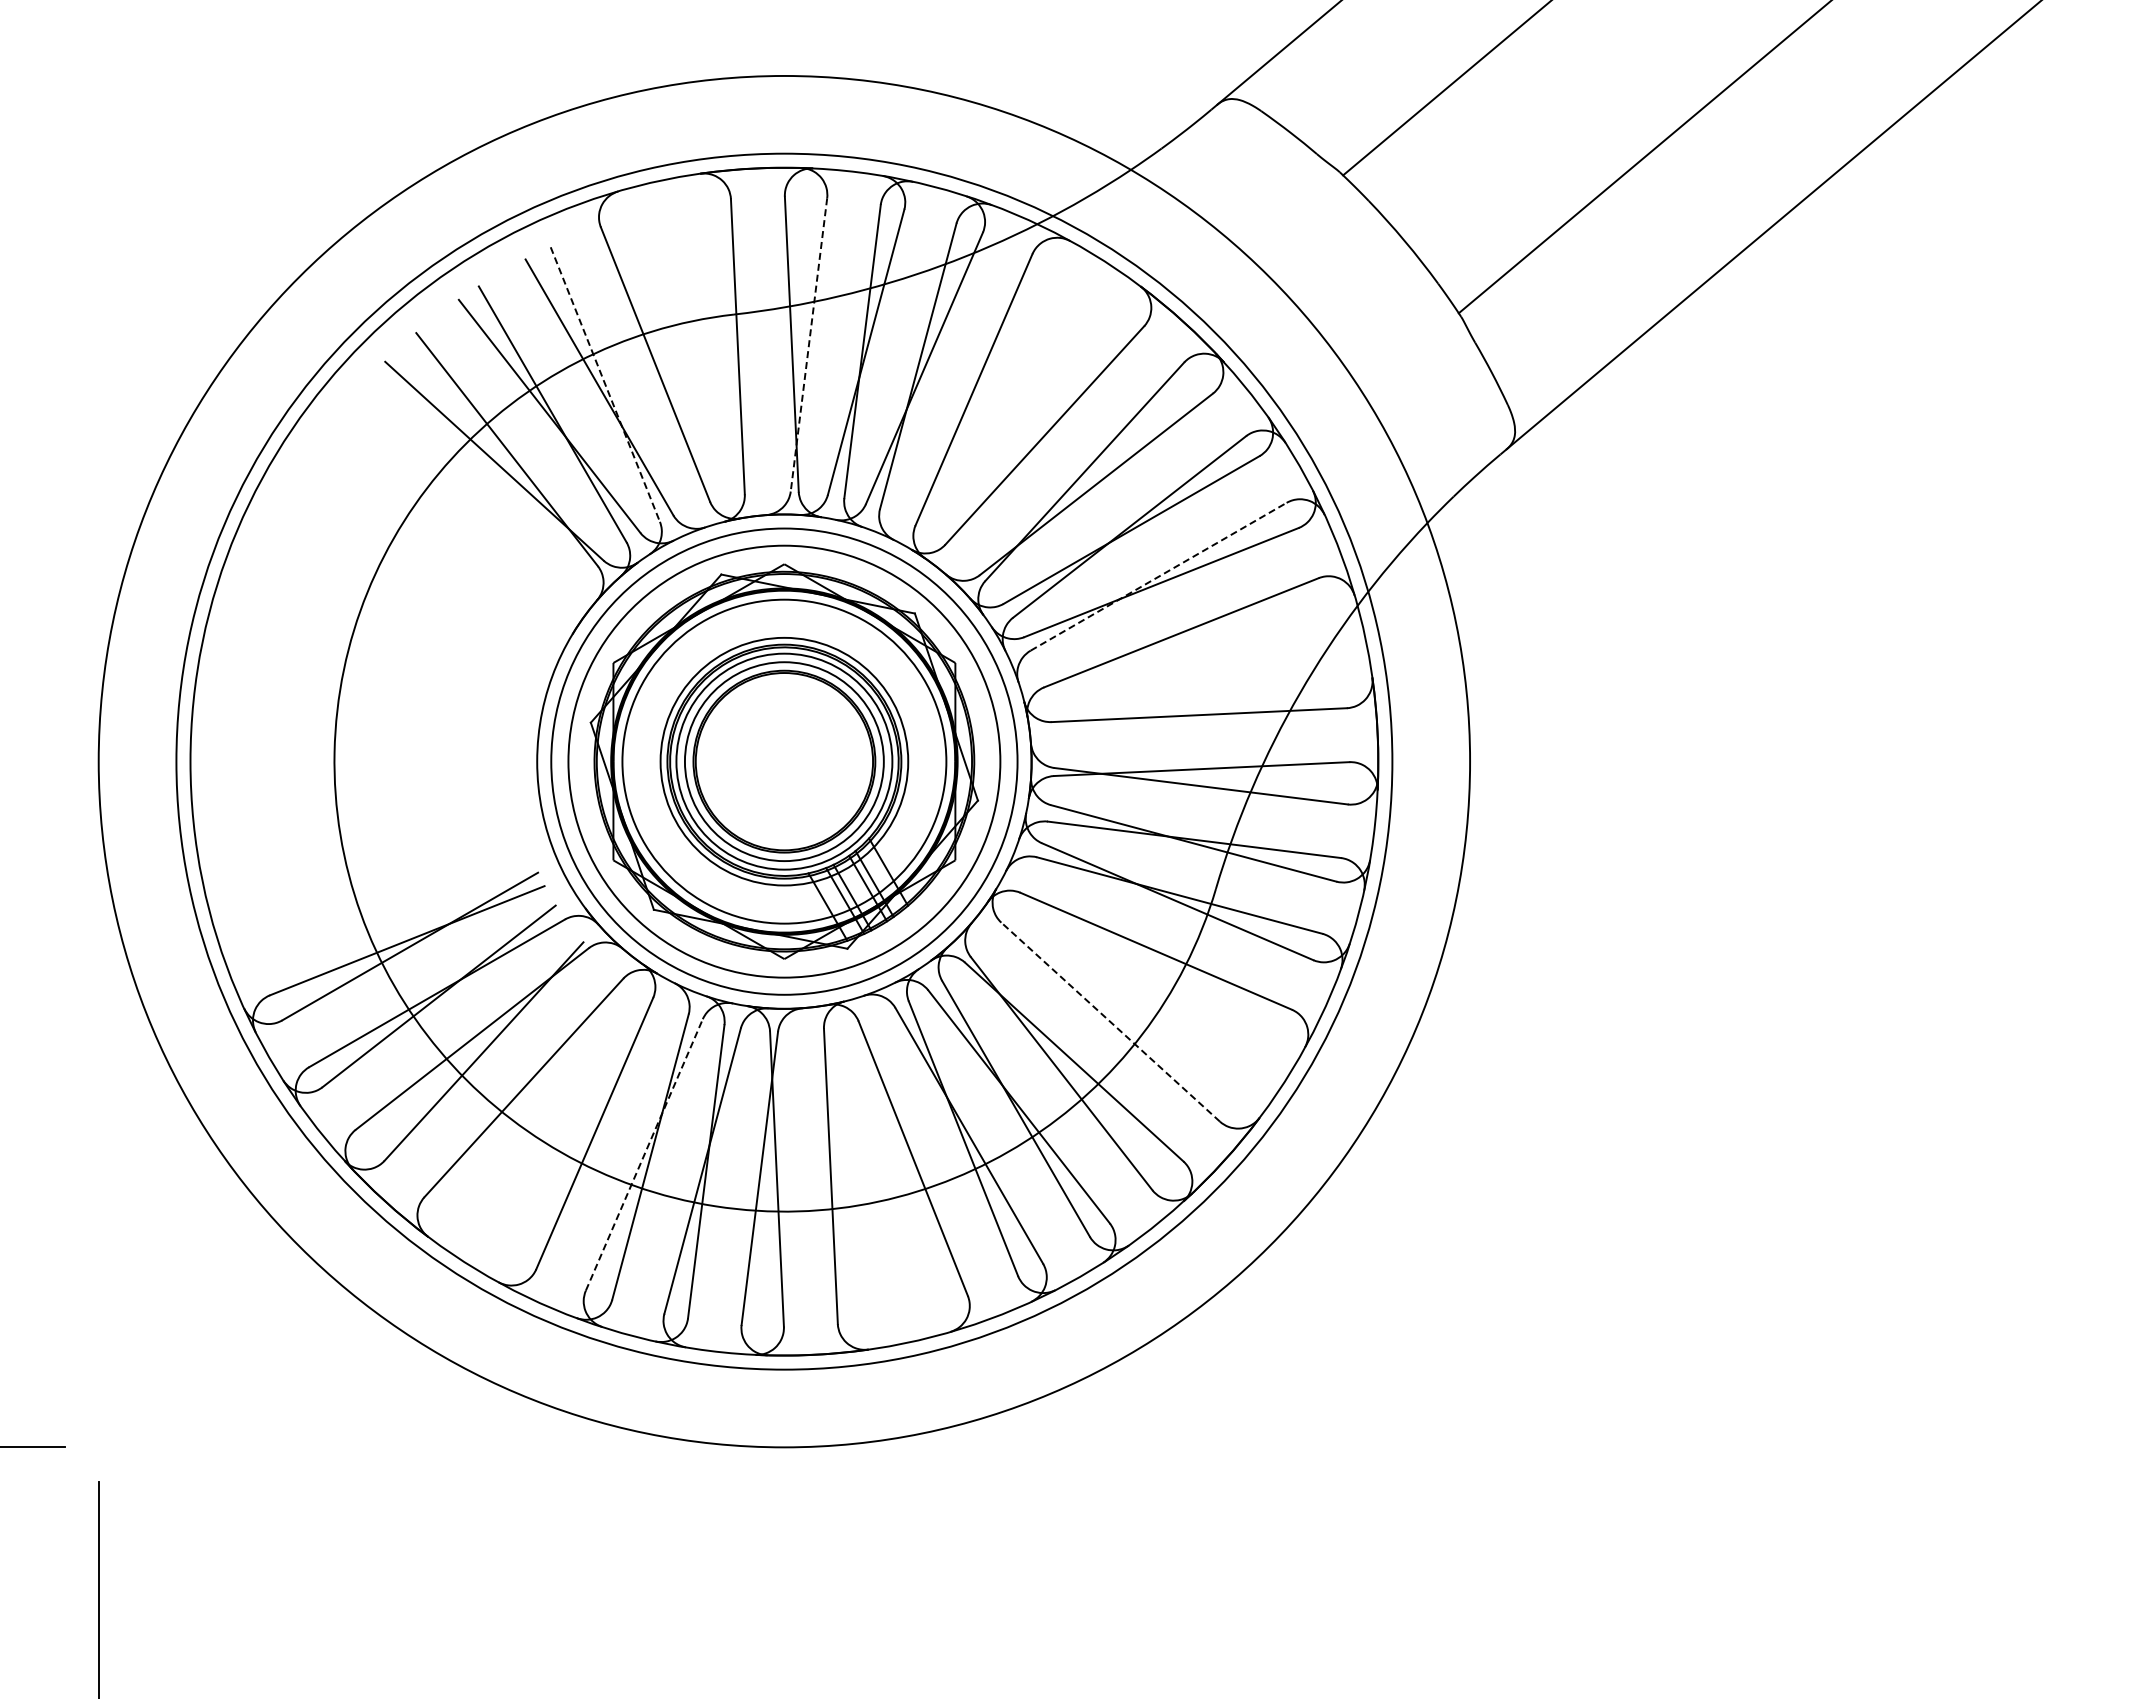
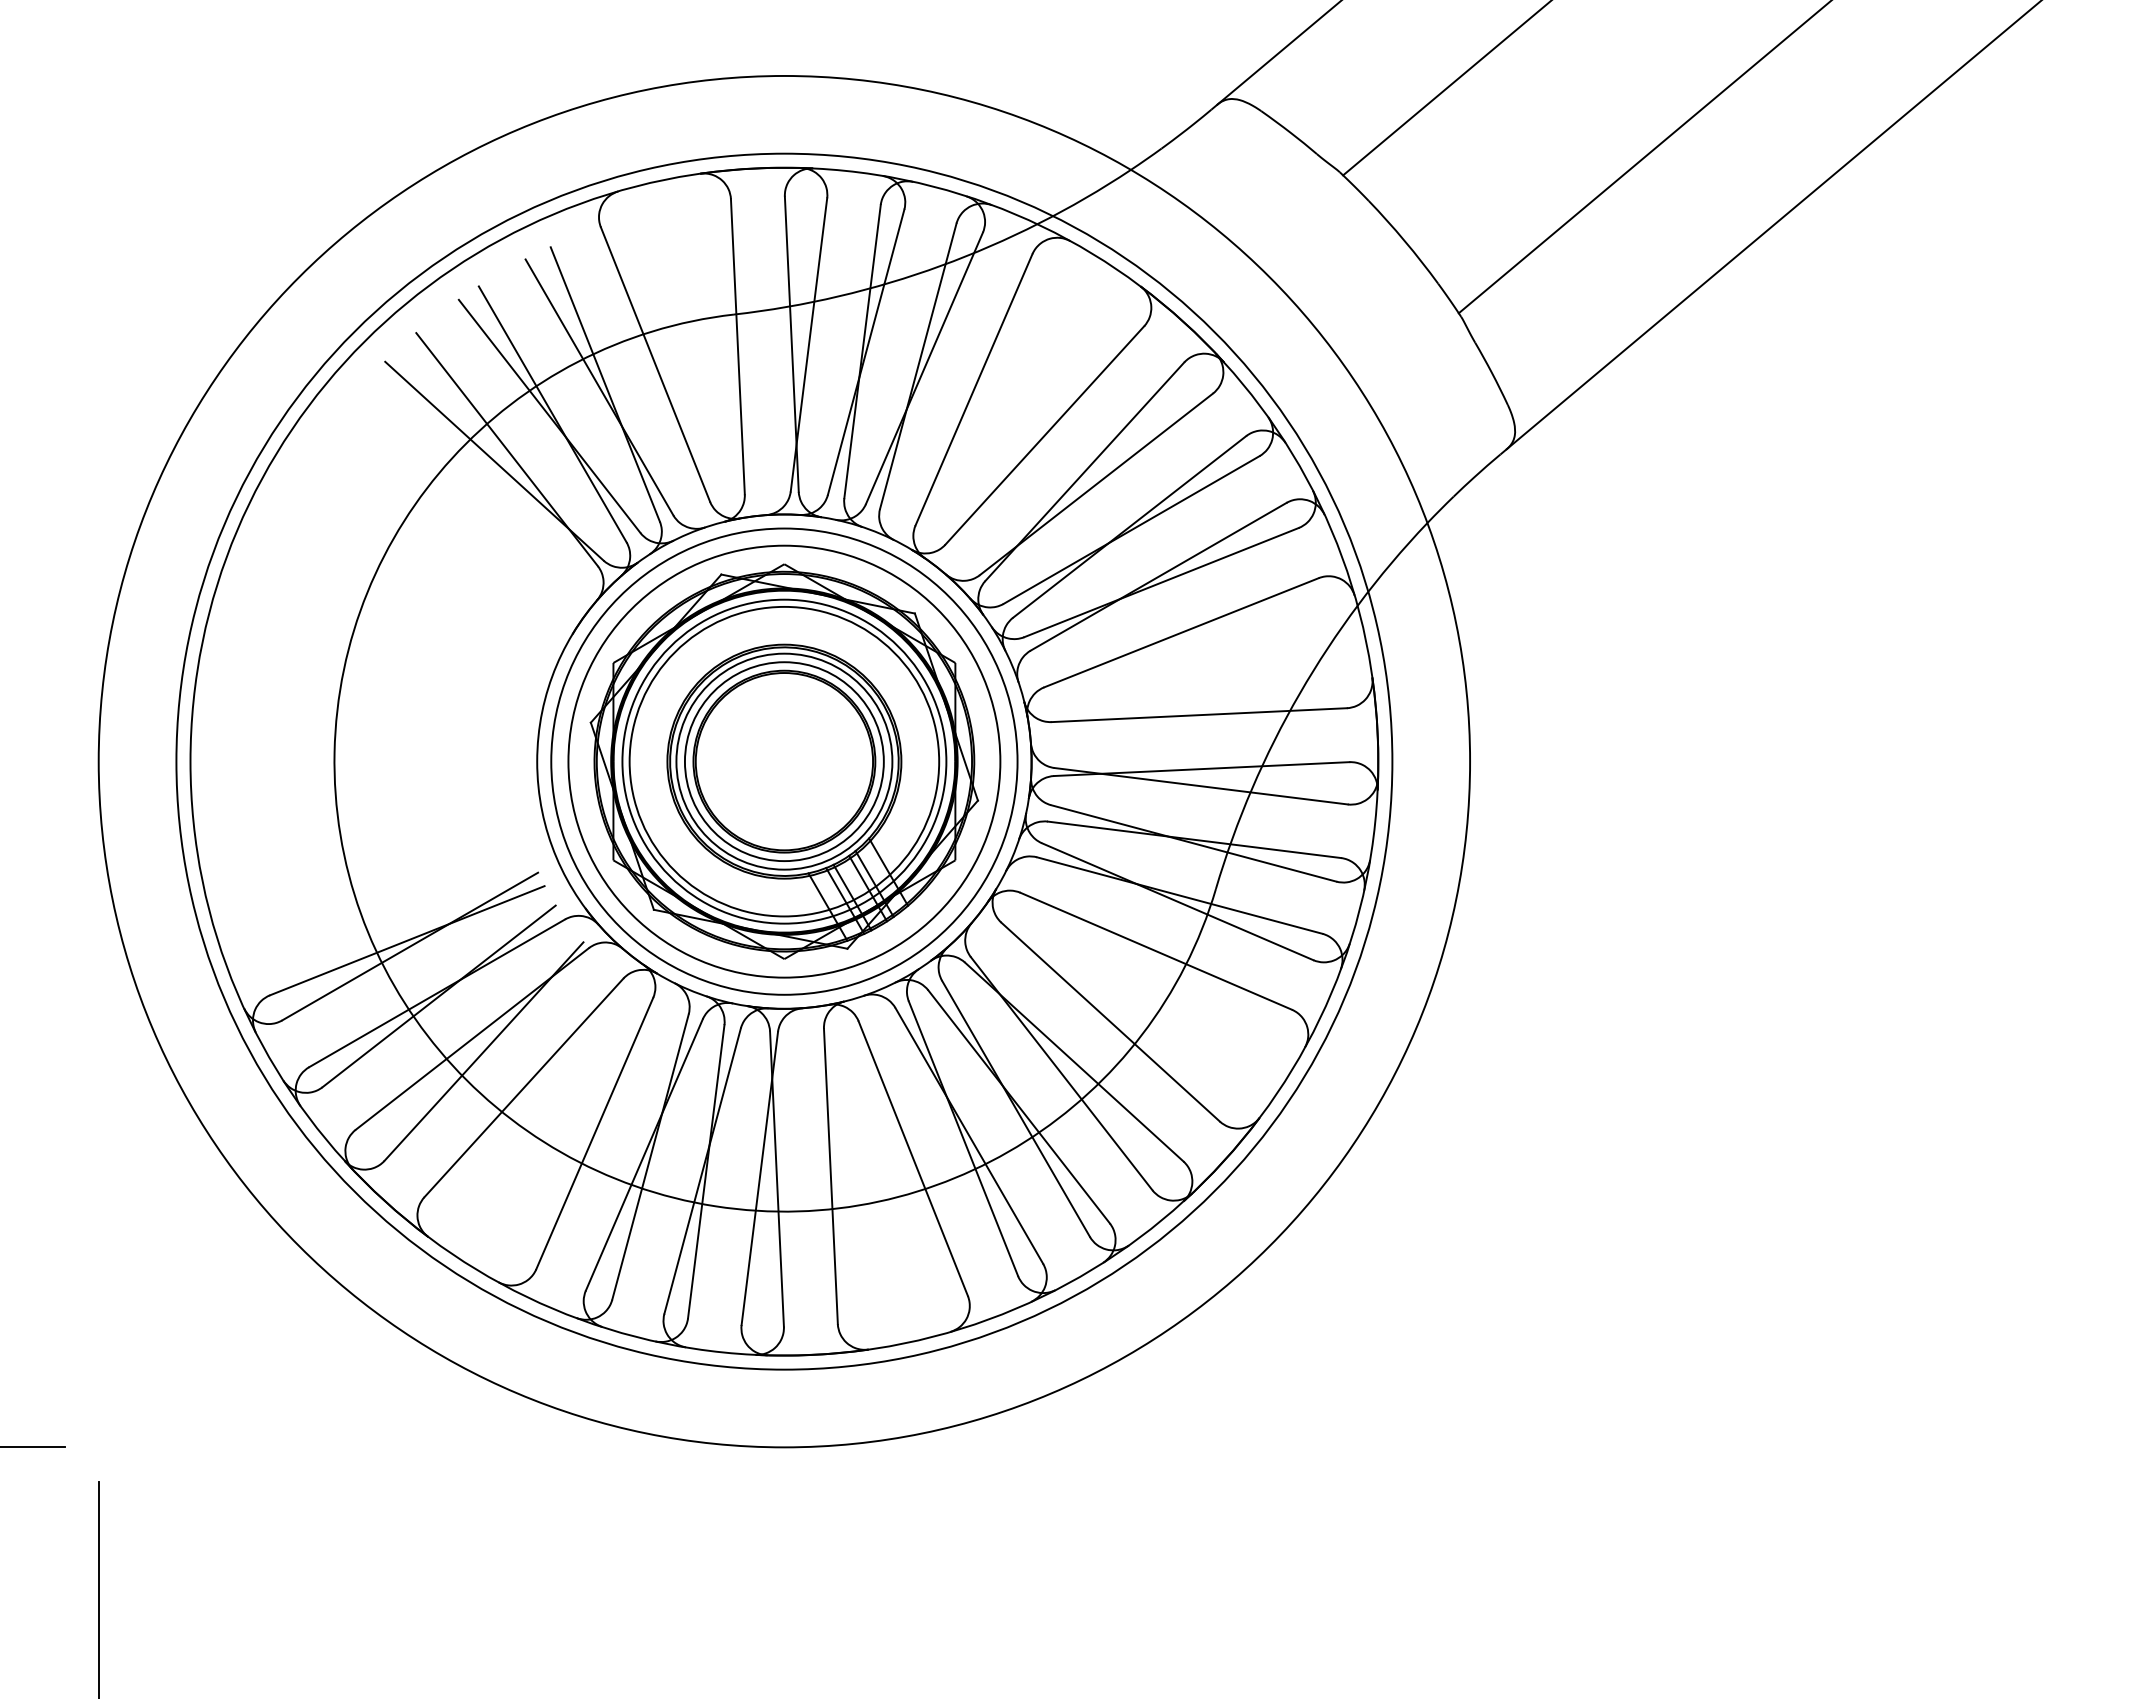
line at (808, 344): dashed -> solid
line at (605, 384): dashed -> solid
line at (1158, 576): dashed -> solid
circle at (784, 761) diameter: 248 px -> 310 px
line at (1110, 1022): dashed -> solid
line at (644, 1154): dashed -> solid
